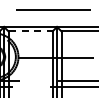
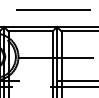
line at (30, 31): dashed -> solid
